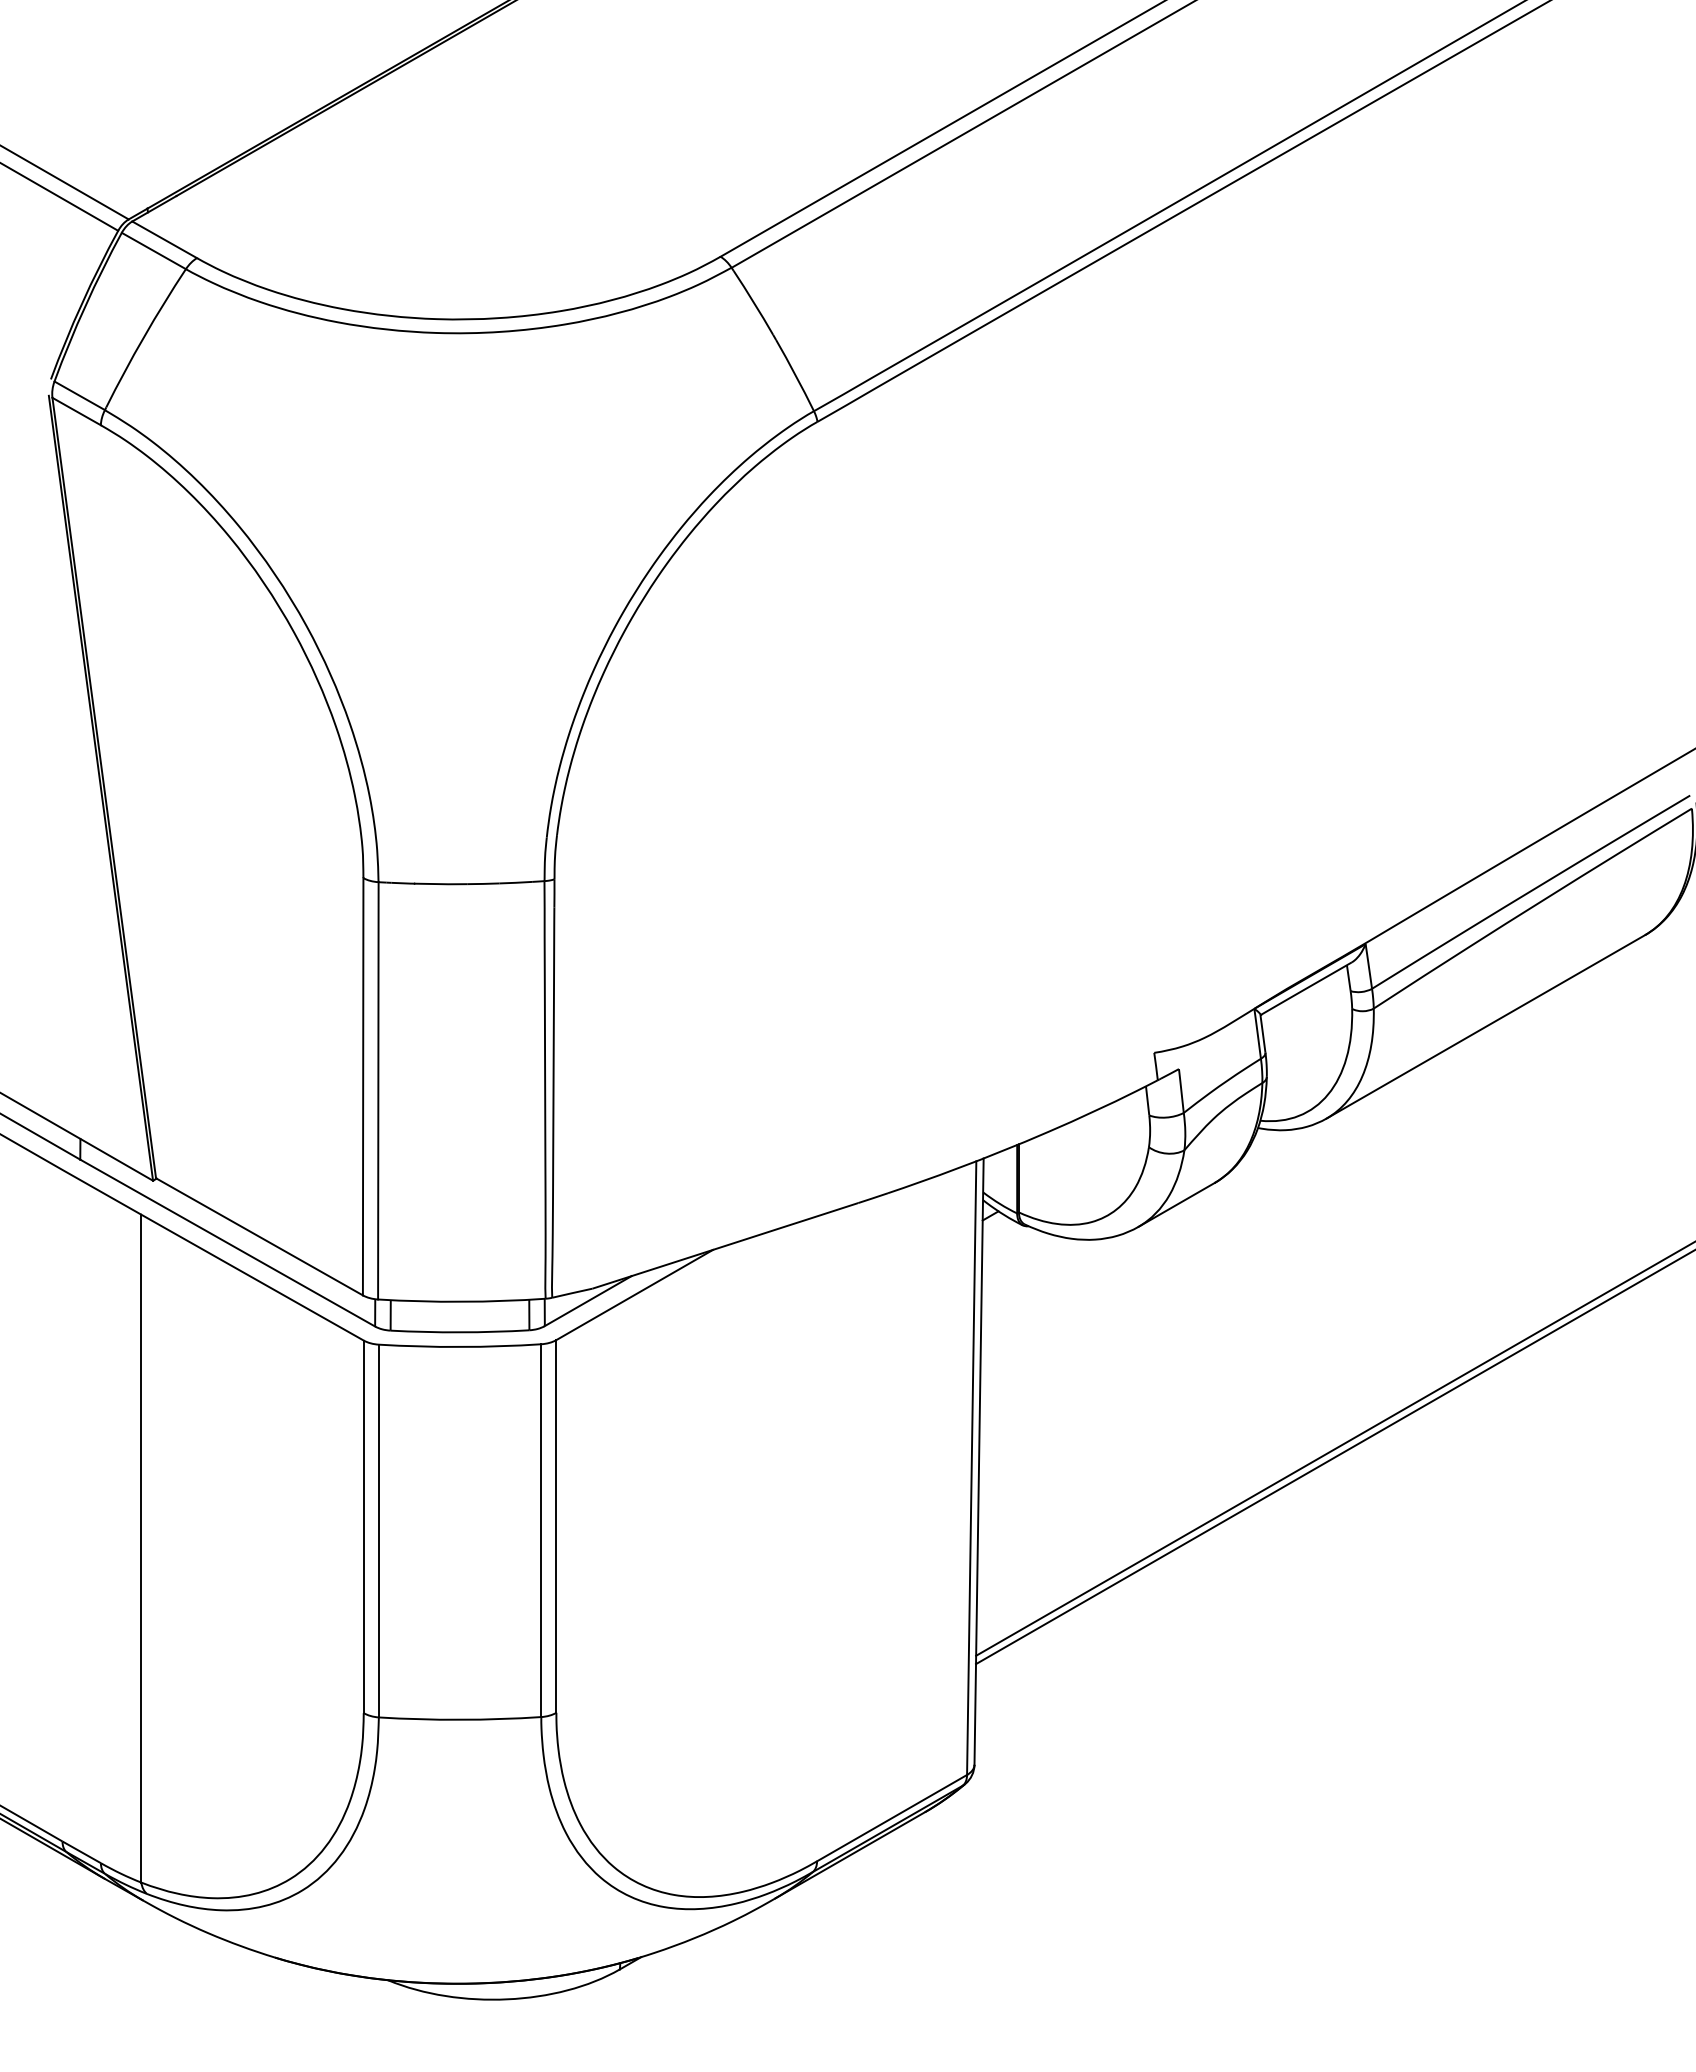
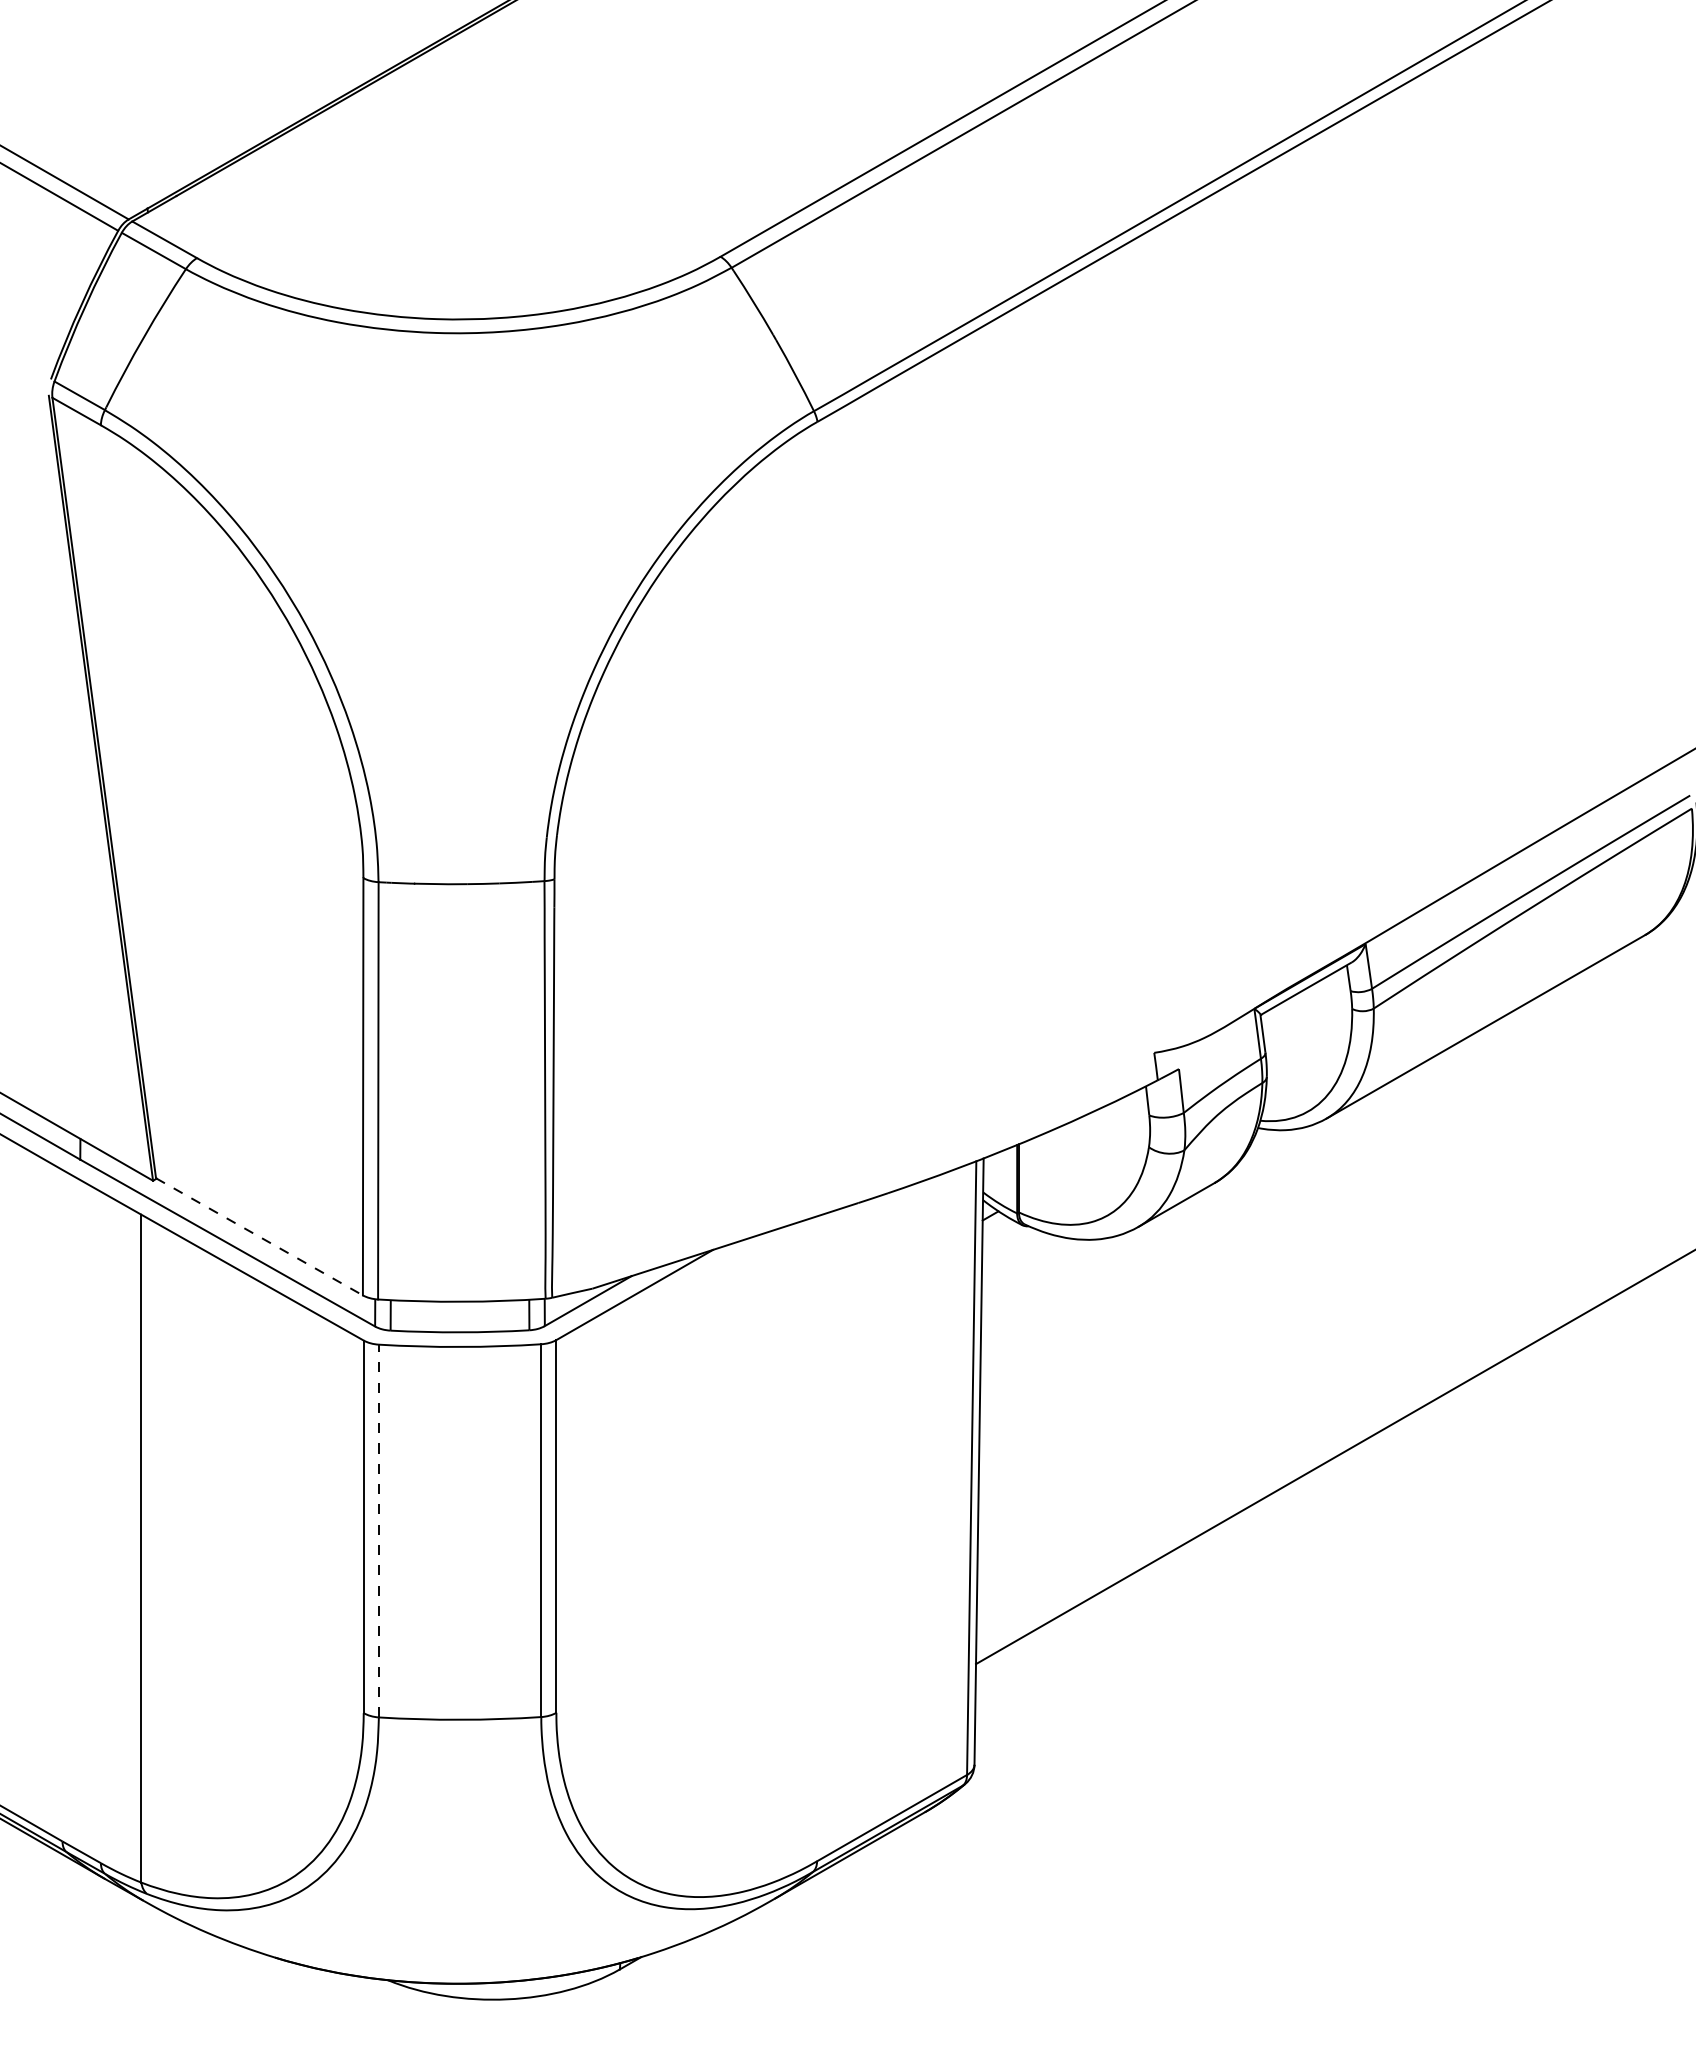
line at (259, 1236): solid -> dashed
line at (1334, 1449): present -> none
line at (378, 1530): solid -> dashed
